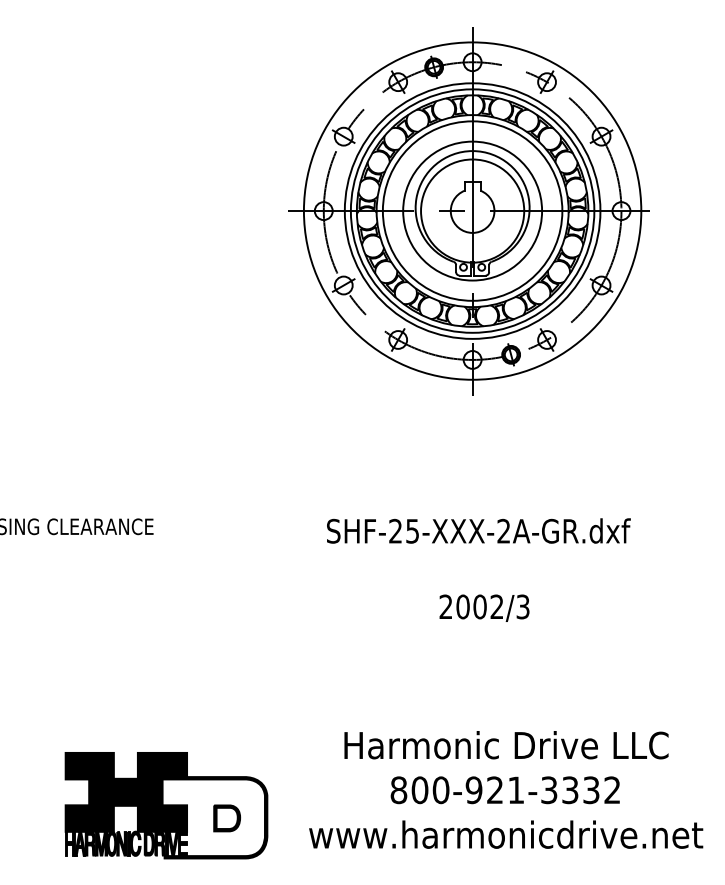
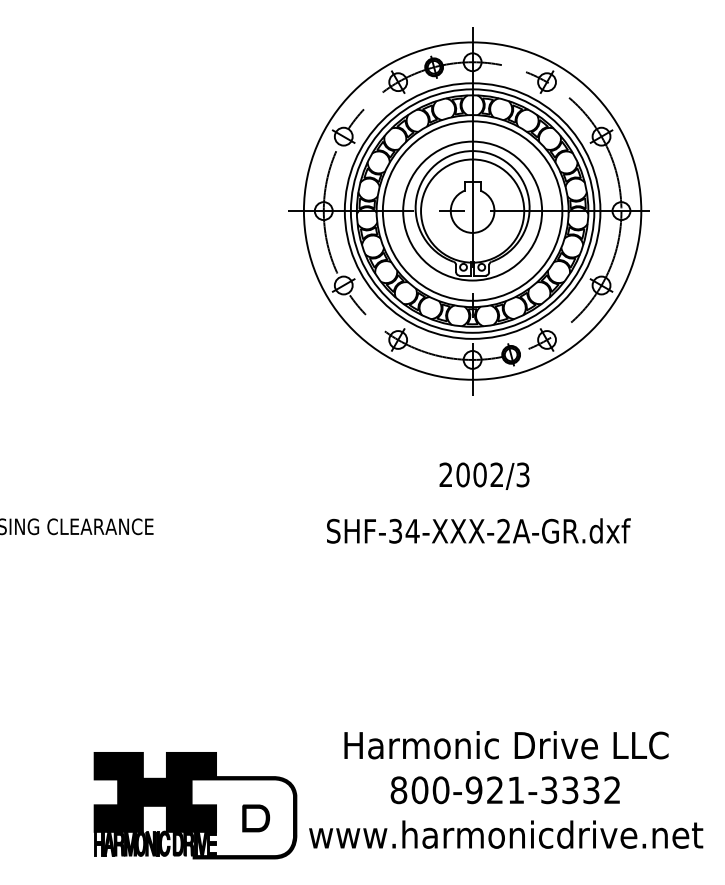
text at (404, 531): SHF-25-XXX-2A-GR.dxf -> SHF-34-XXX-2A-GR.dxf
text at (484, 607) position: (484, 607) -> (484, 475)
part at (166, 805) position: (166, 805) -> (195, 805)
